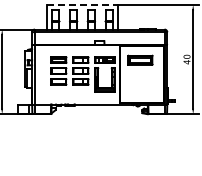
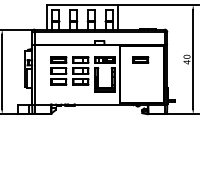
line at (83, 4): dashed -> solid
part at (140, 59) size: 27x12 px -> 18x8 px
